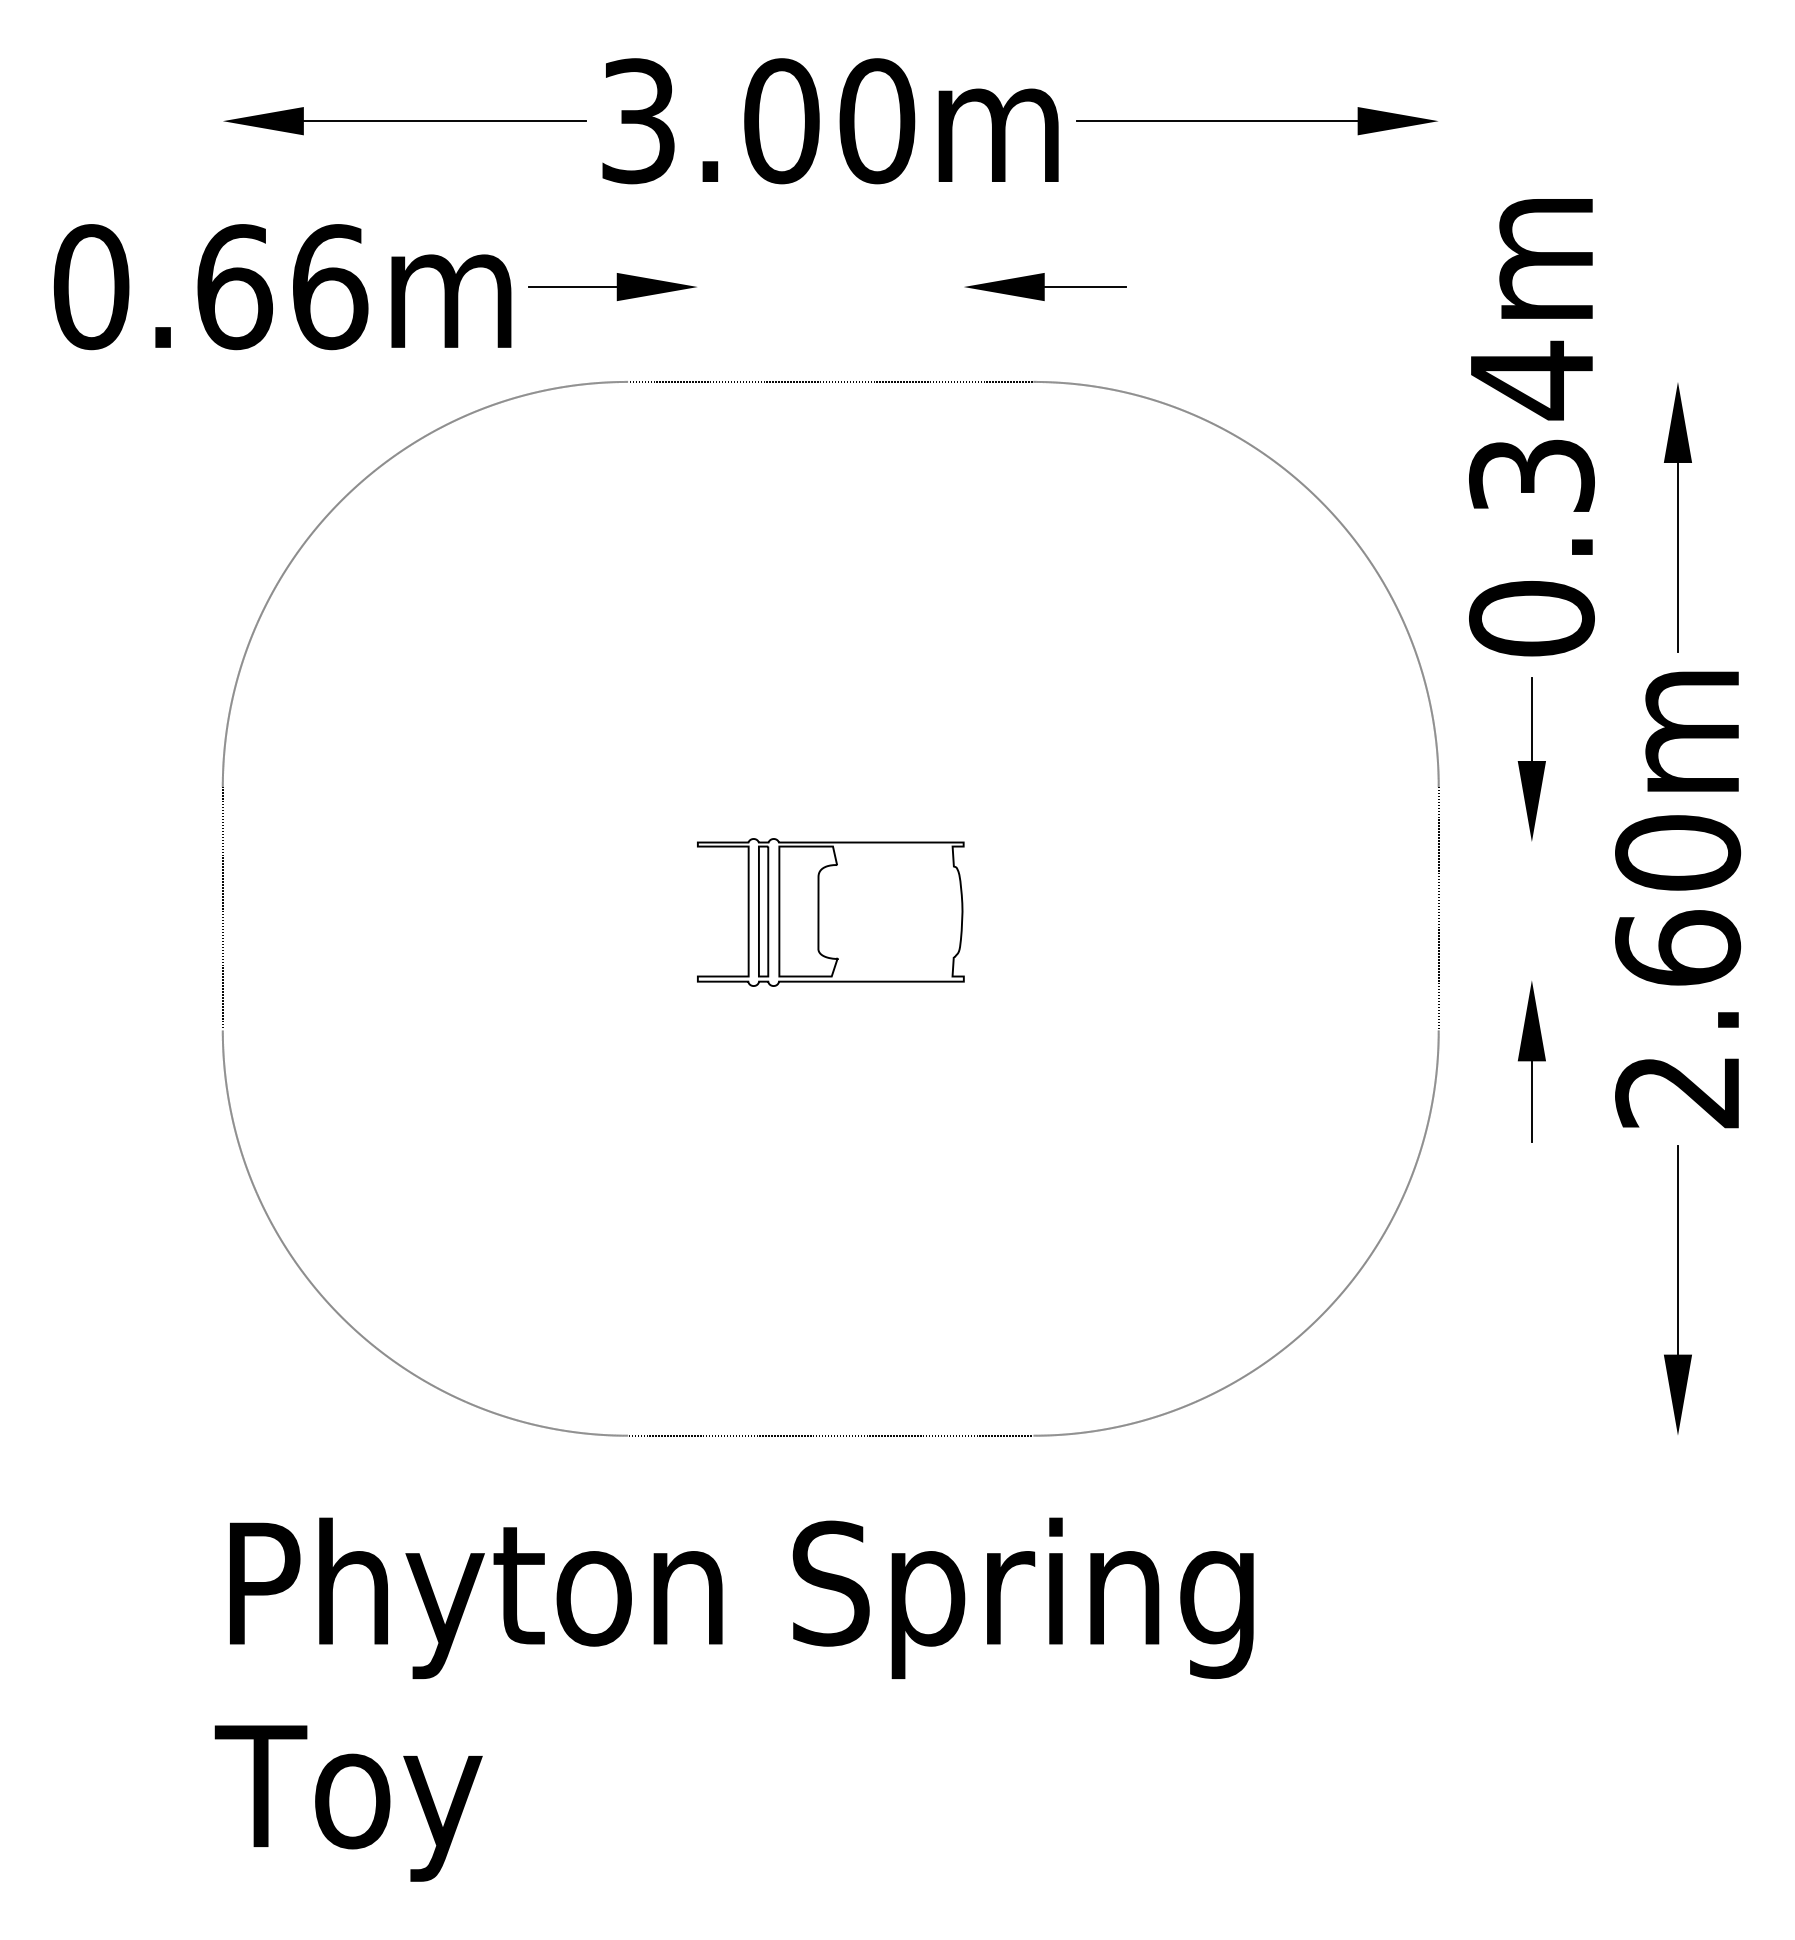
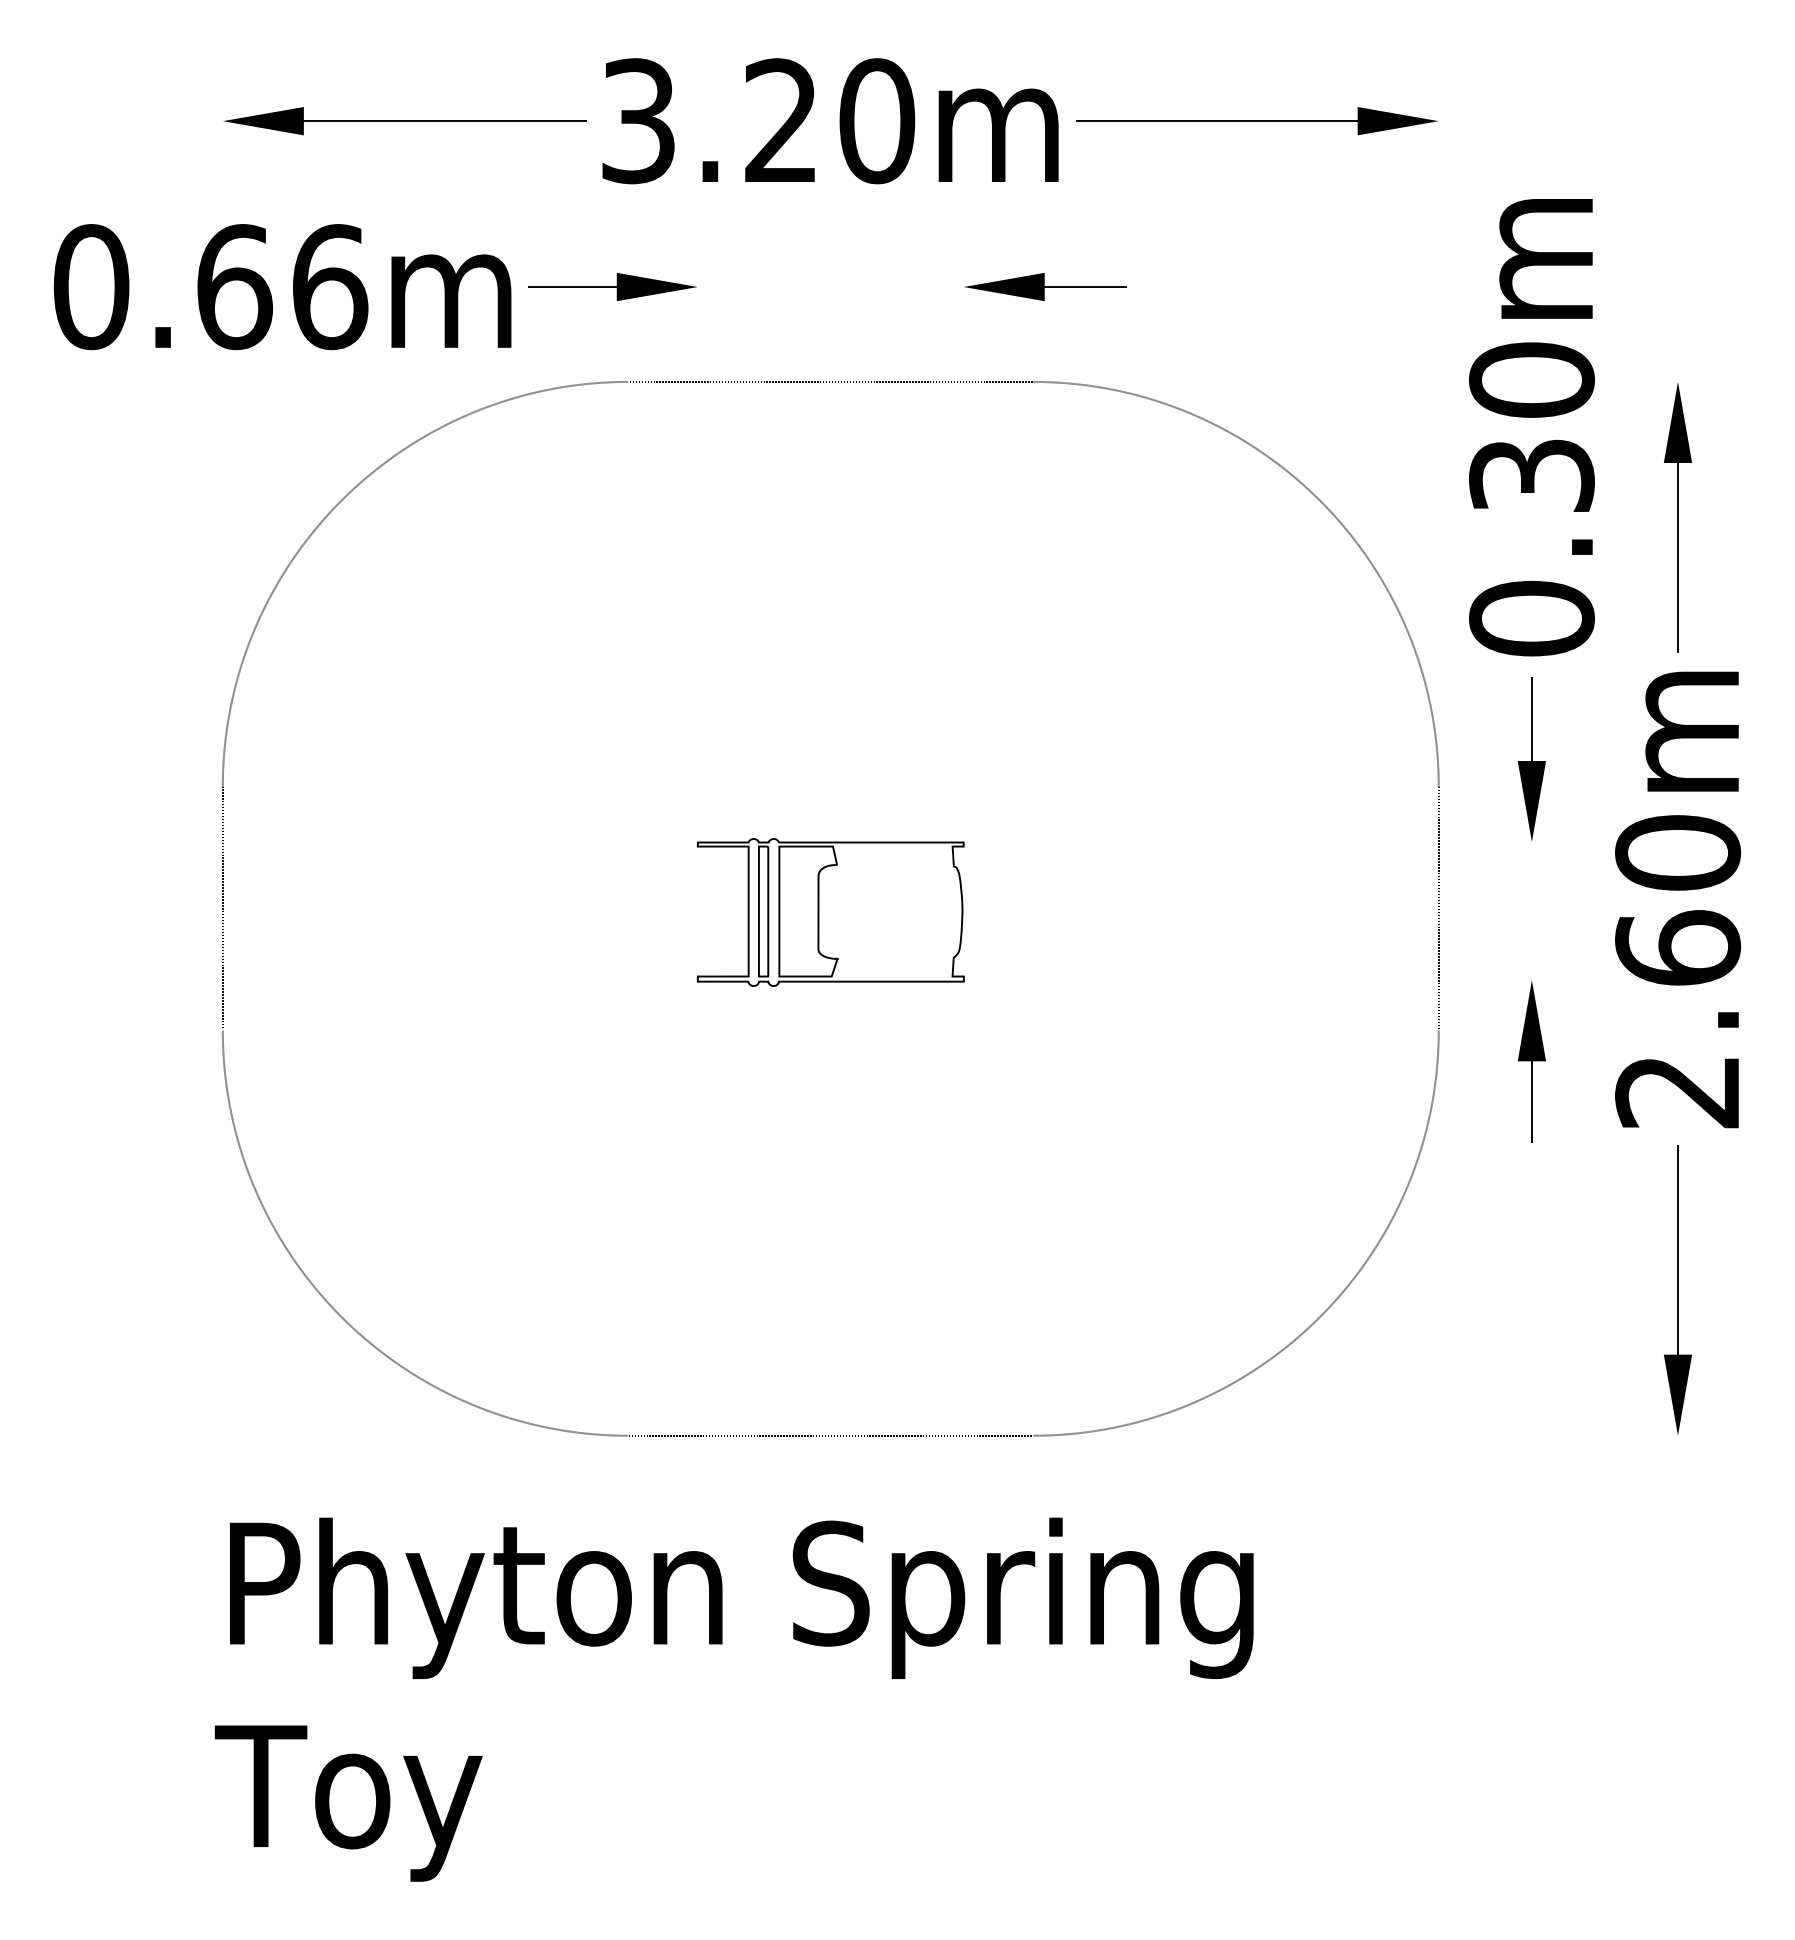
text at (781, 121): 3.00m -> 3.20m
text at (1531, 380): 0.34m -> 0.30m
